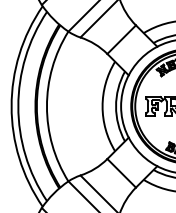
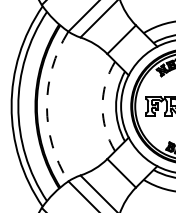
arc at (46, 106): solid -> dashed
arc at (102, 106): solid -> dashed
